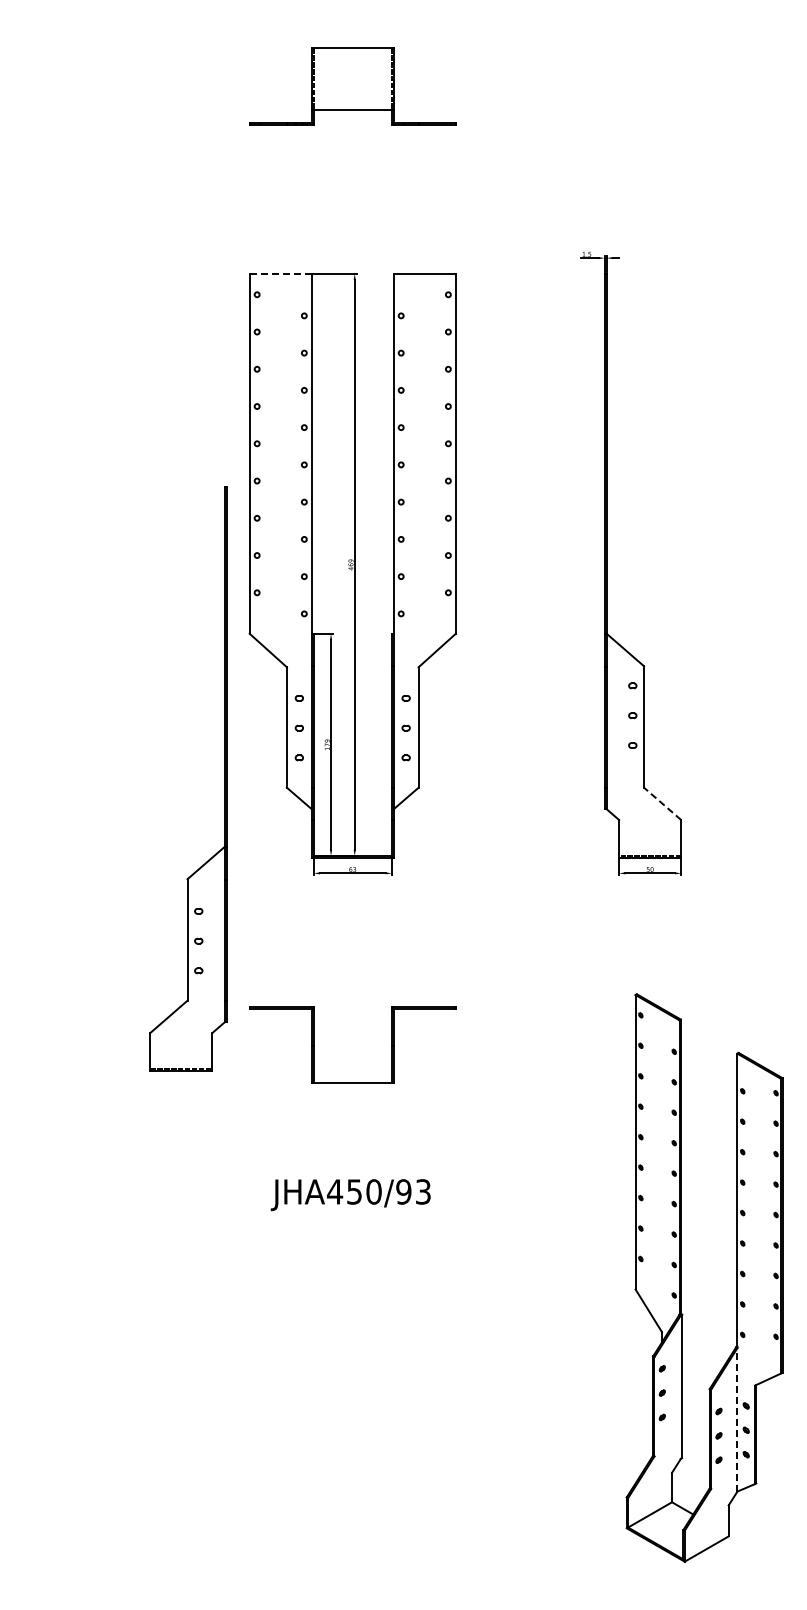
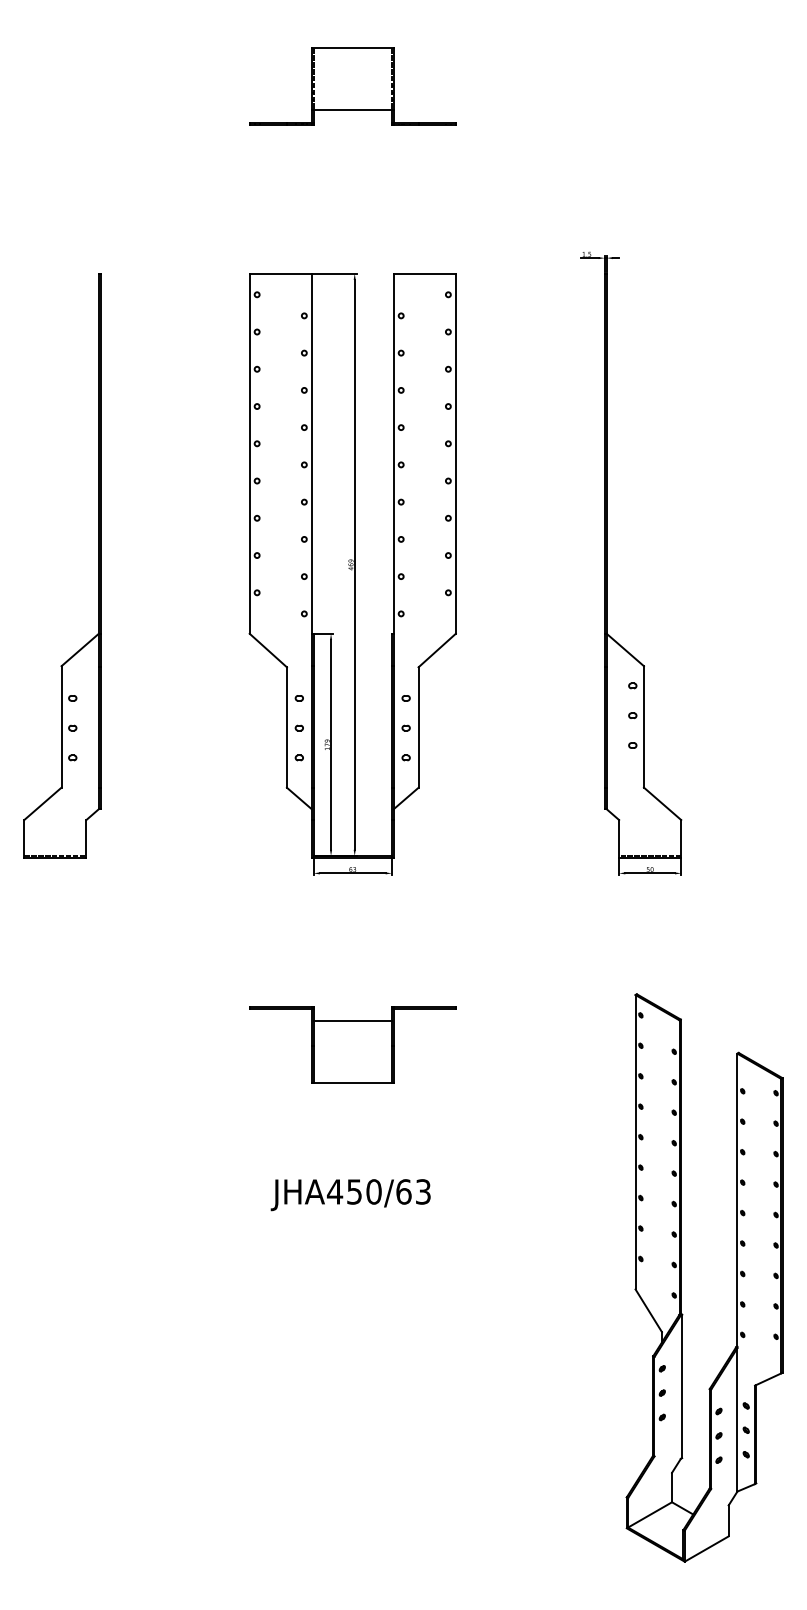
line at (280, 273): dashed -> solid
part at (224, 778) position: (224, 778) -> (98, 565)
line at (662, 803): dashed -> solid
line at (352, 1021): none -> present
text at (403, 1191): JHA450/93 -> JHA450/63
line at (737, 1419): dashed -> solid
